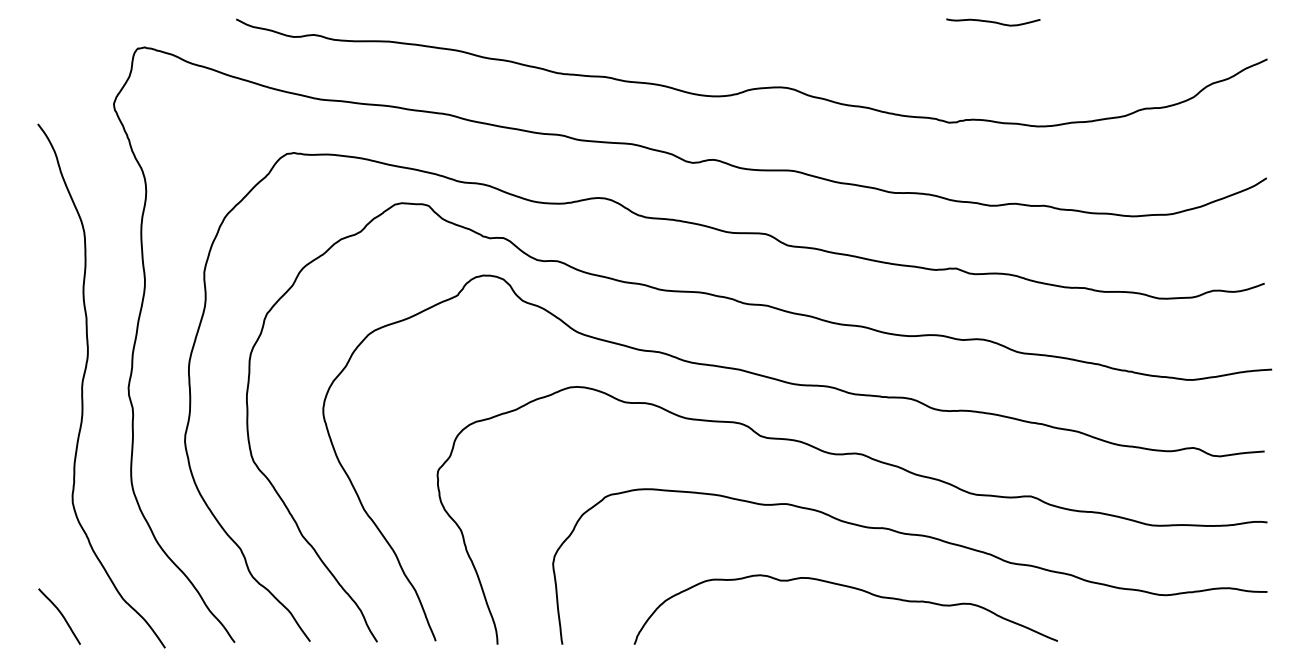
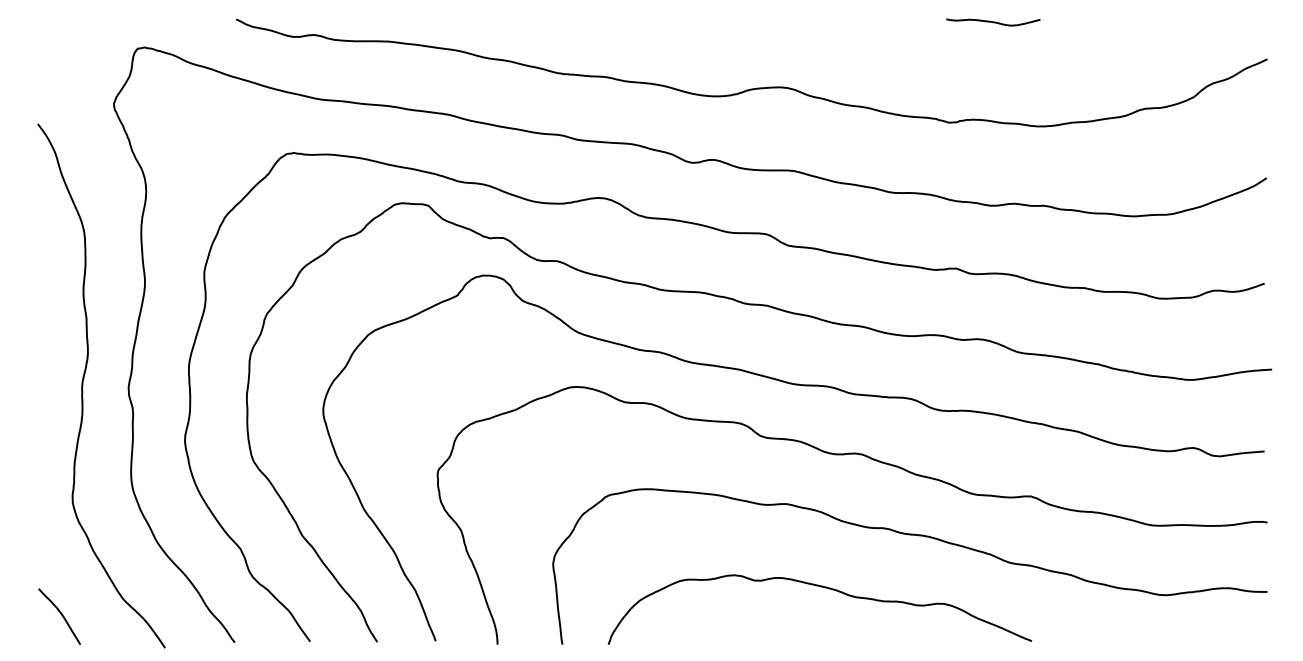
curve at (850, 588) position: (850, 588) -> (824, 588)
